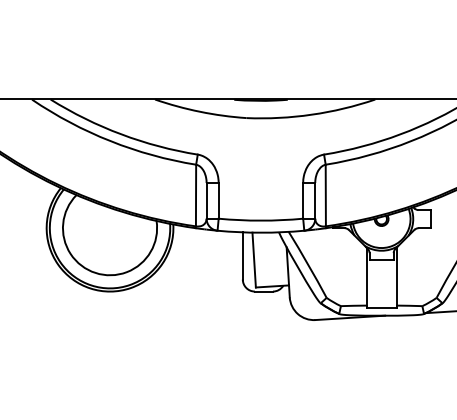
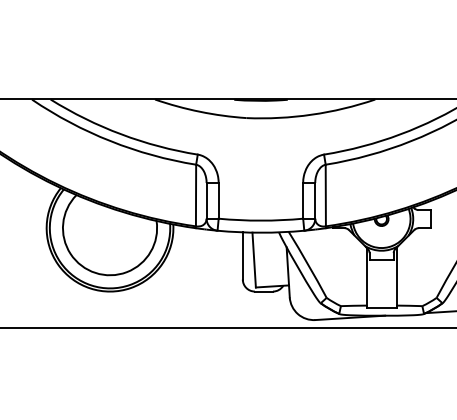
line at (227, 327): none -> present
